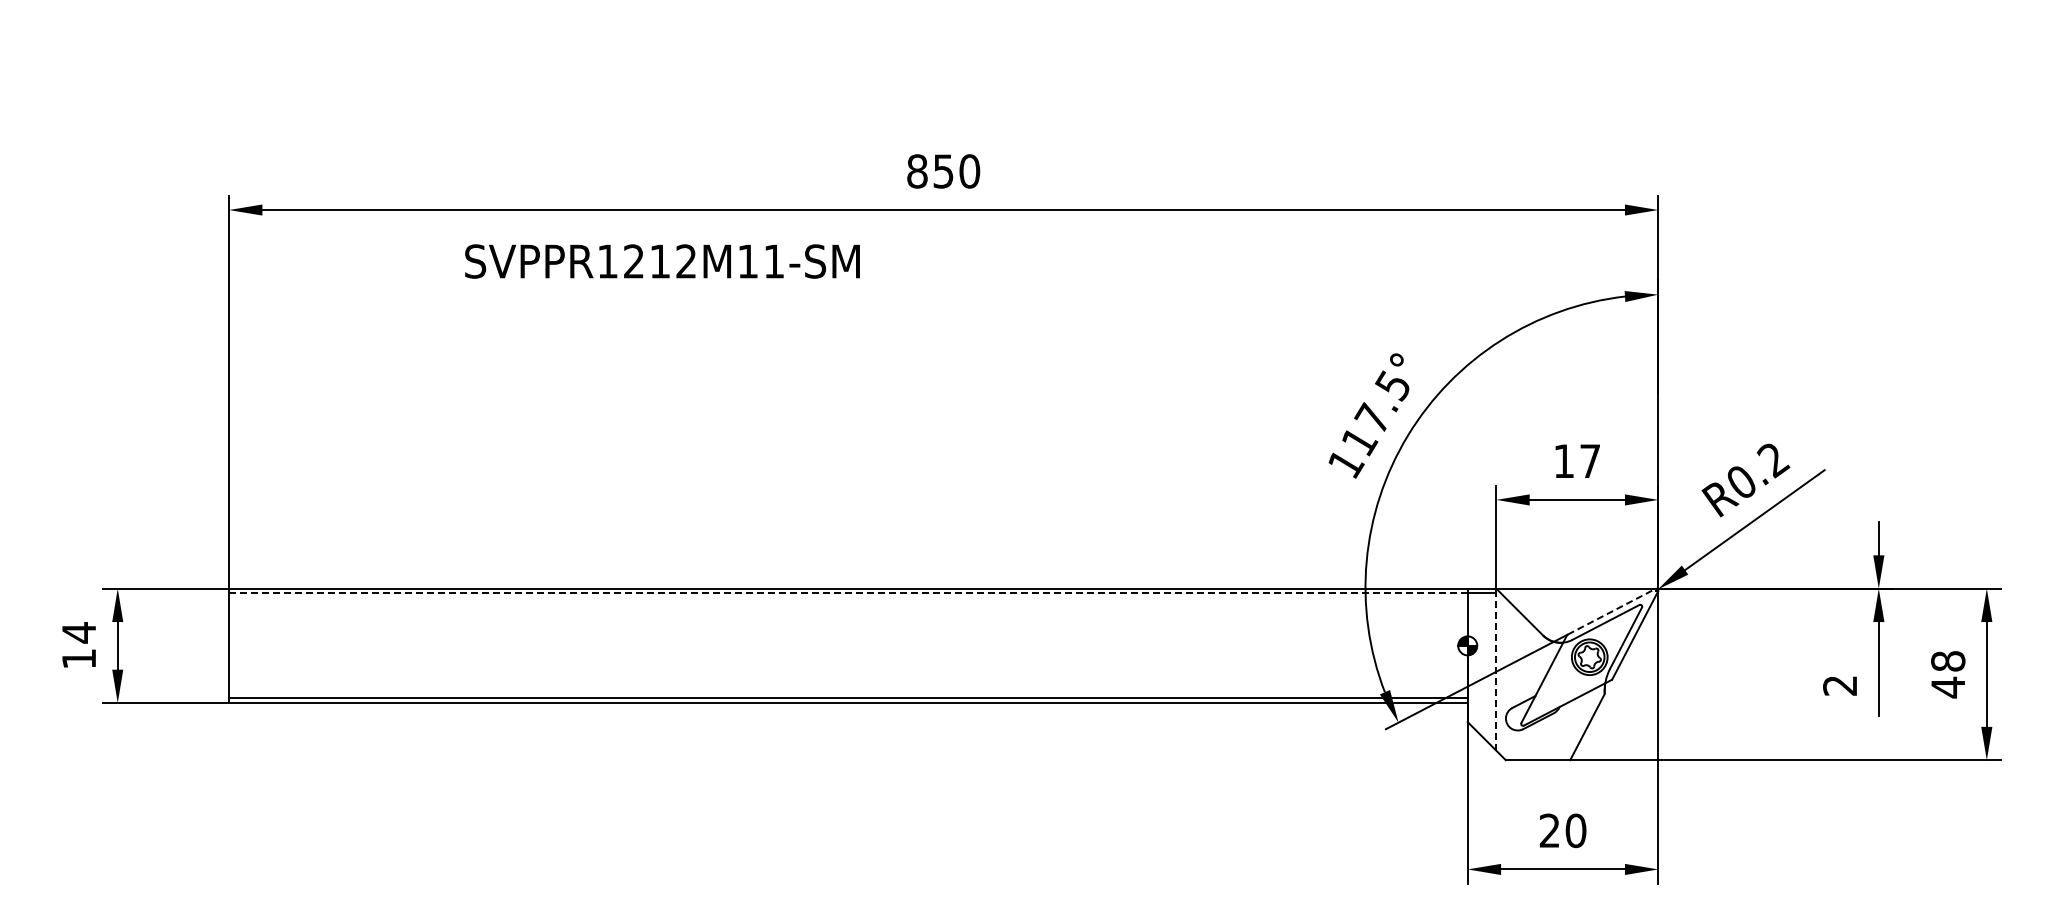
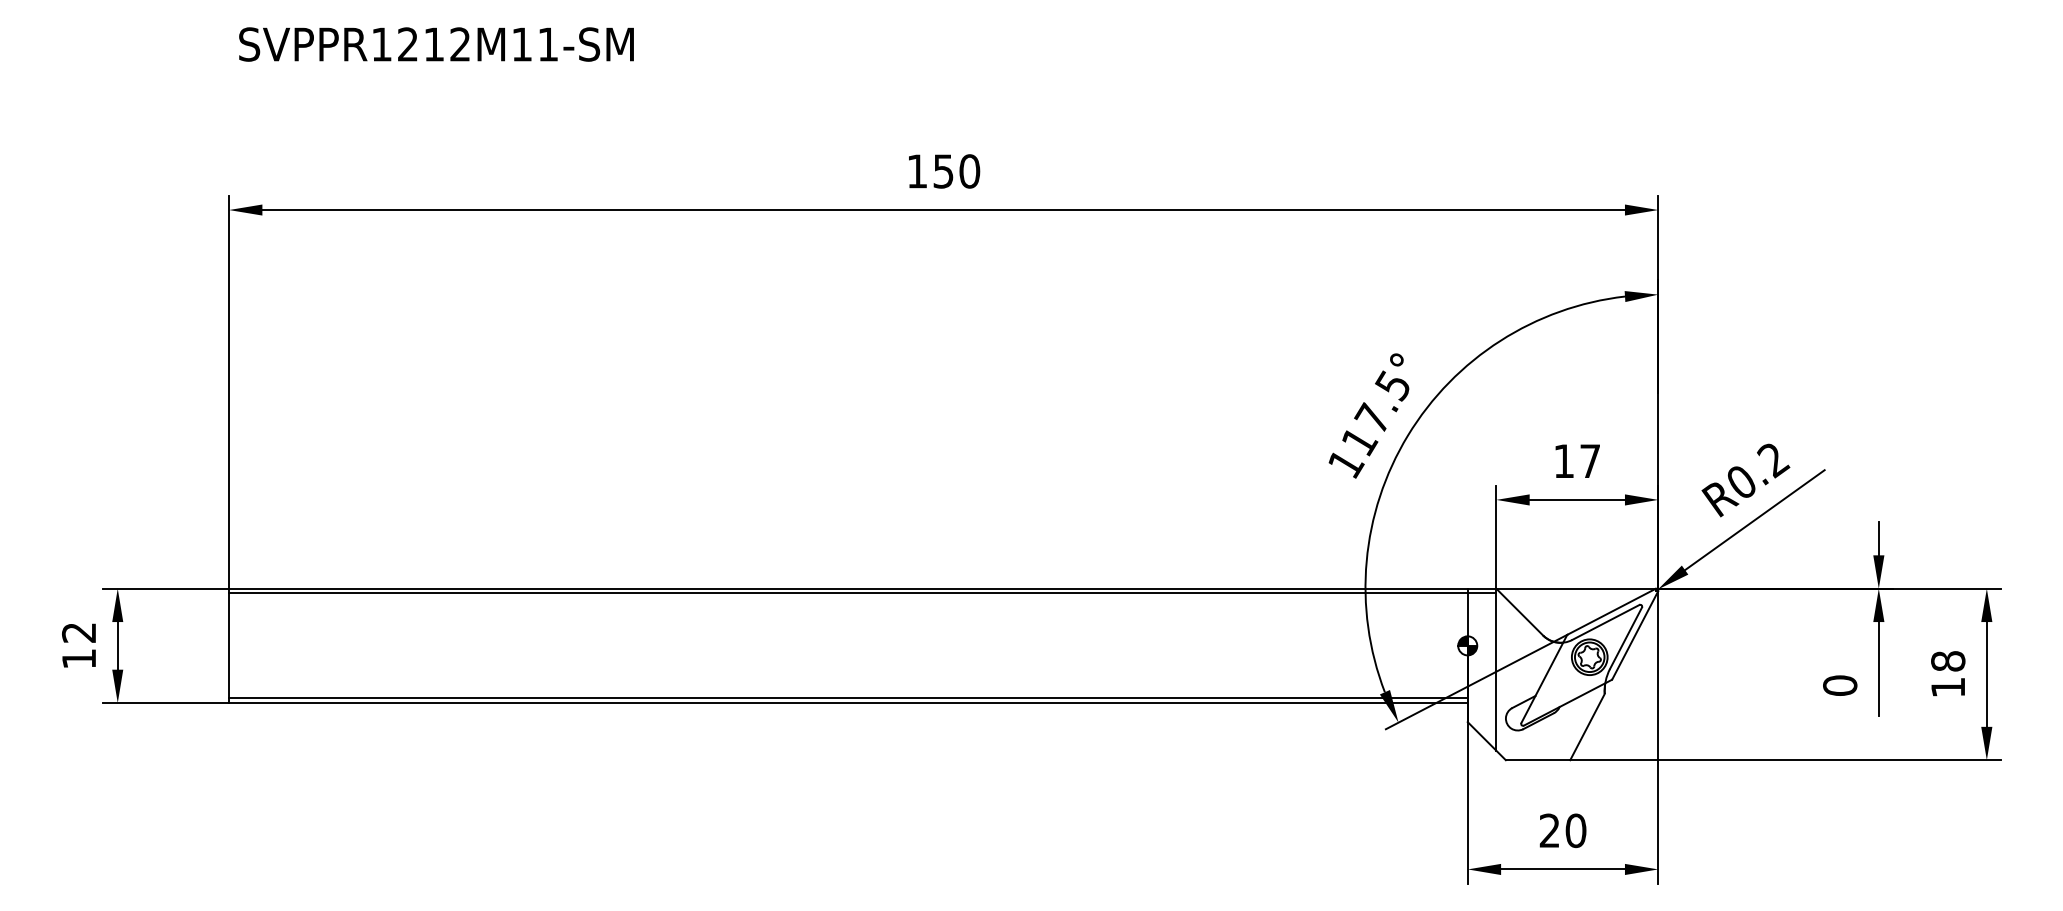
text at (917, 171): 850 -> 150
text at (662, 261) position: (662, 261) -> (436, 44)
line at (848, 593): dashed -> solid
line at (1612, 611): dashed -> solid
text at (78, 632): 14 -> 12
line at (1496, 669): dashed -> solid
text at (1840, 685): 2 -> 0
text at (1947, 687): 48 -> 18
